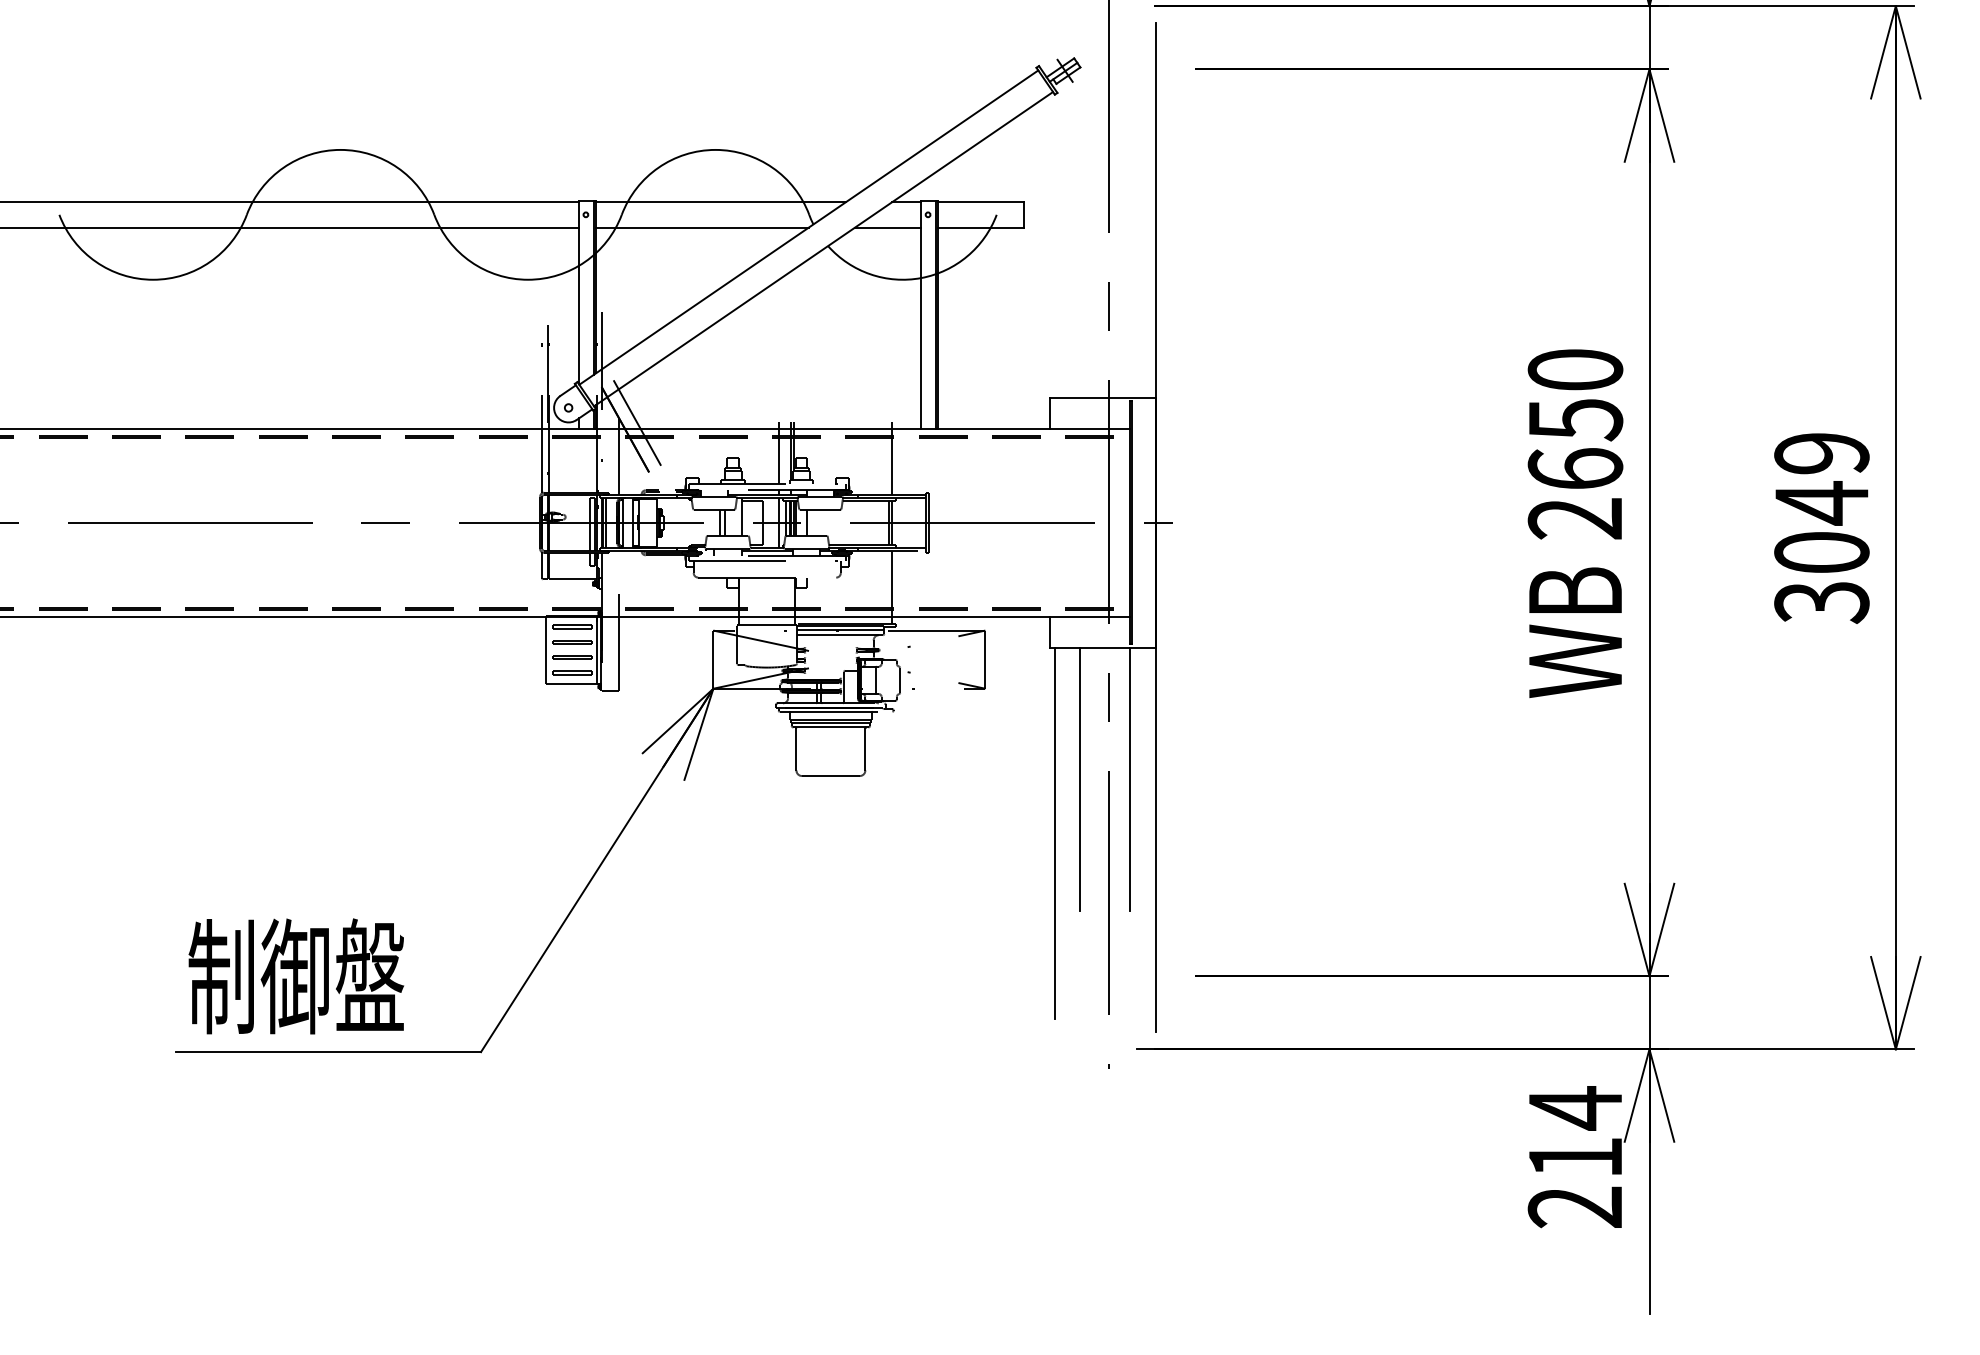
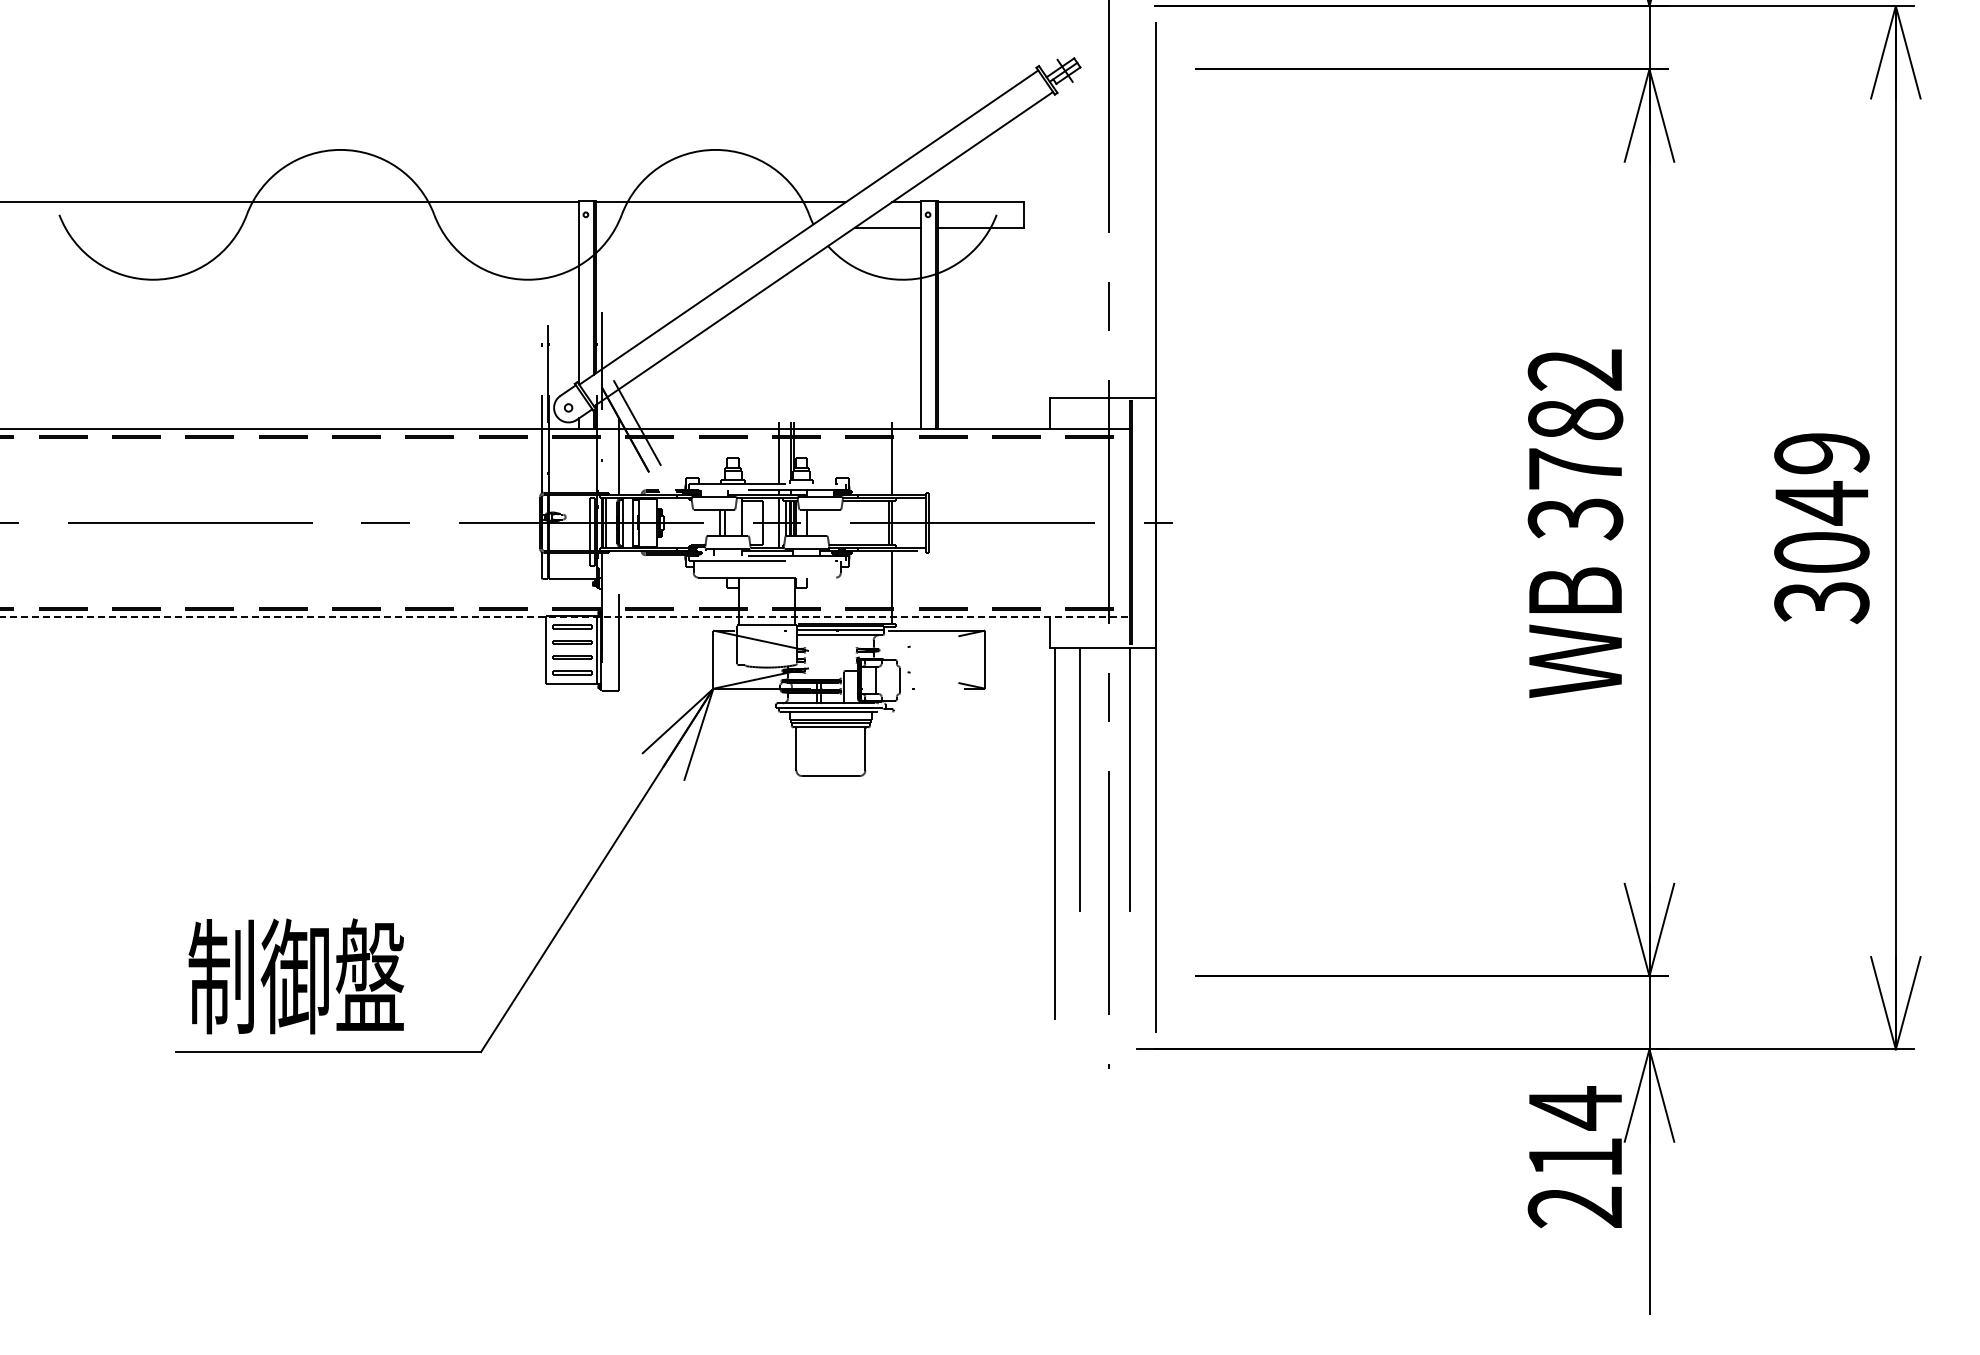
line at (290, 227): present -> none
line at (702, 227): present -> none
text at (1575, 444): 2650 -> 3782
line at (565, 616): solid -> dashed
